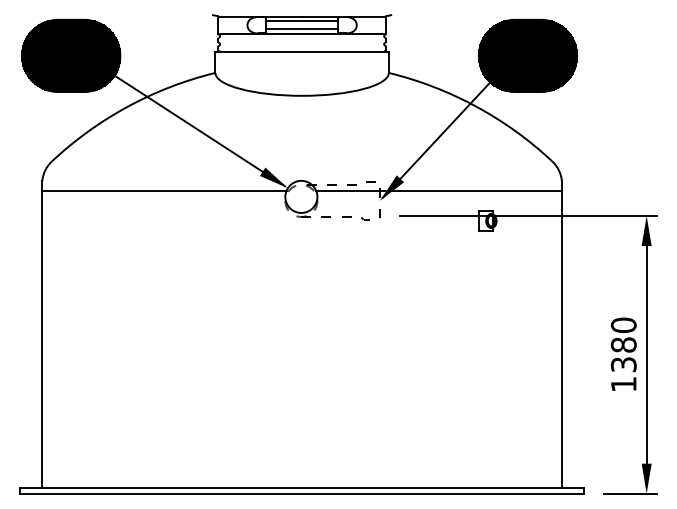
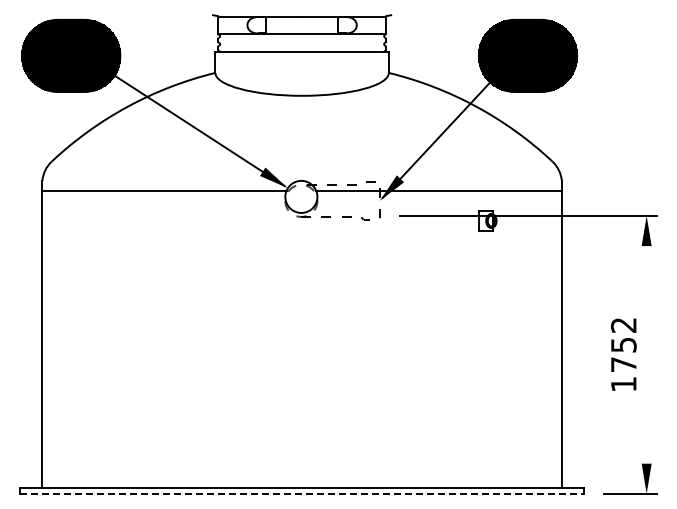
line at (302, 21): present -> none
line at (302, 29): present -> none
text at (623, 344): 1380 -> 1752
line at (646, 354): present -> none
line at (302, 493): solid -> dashed
